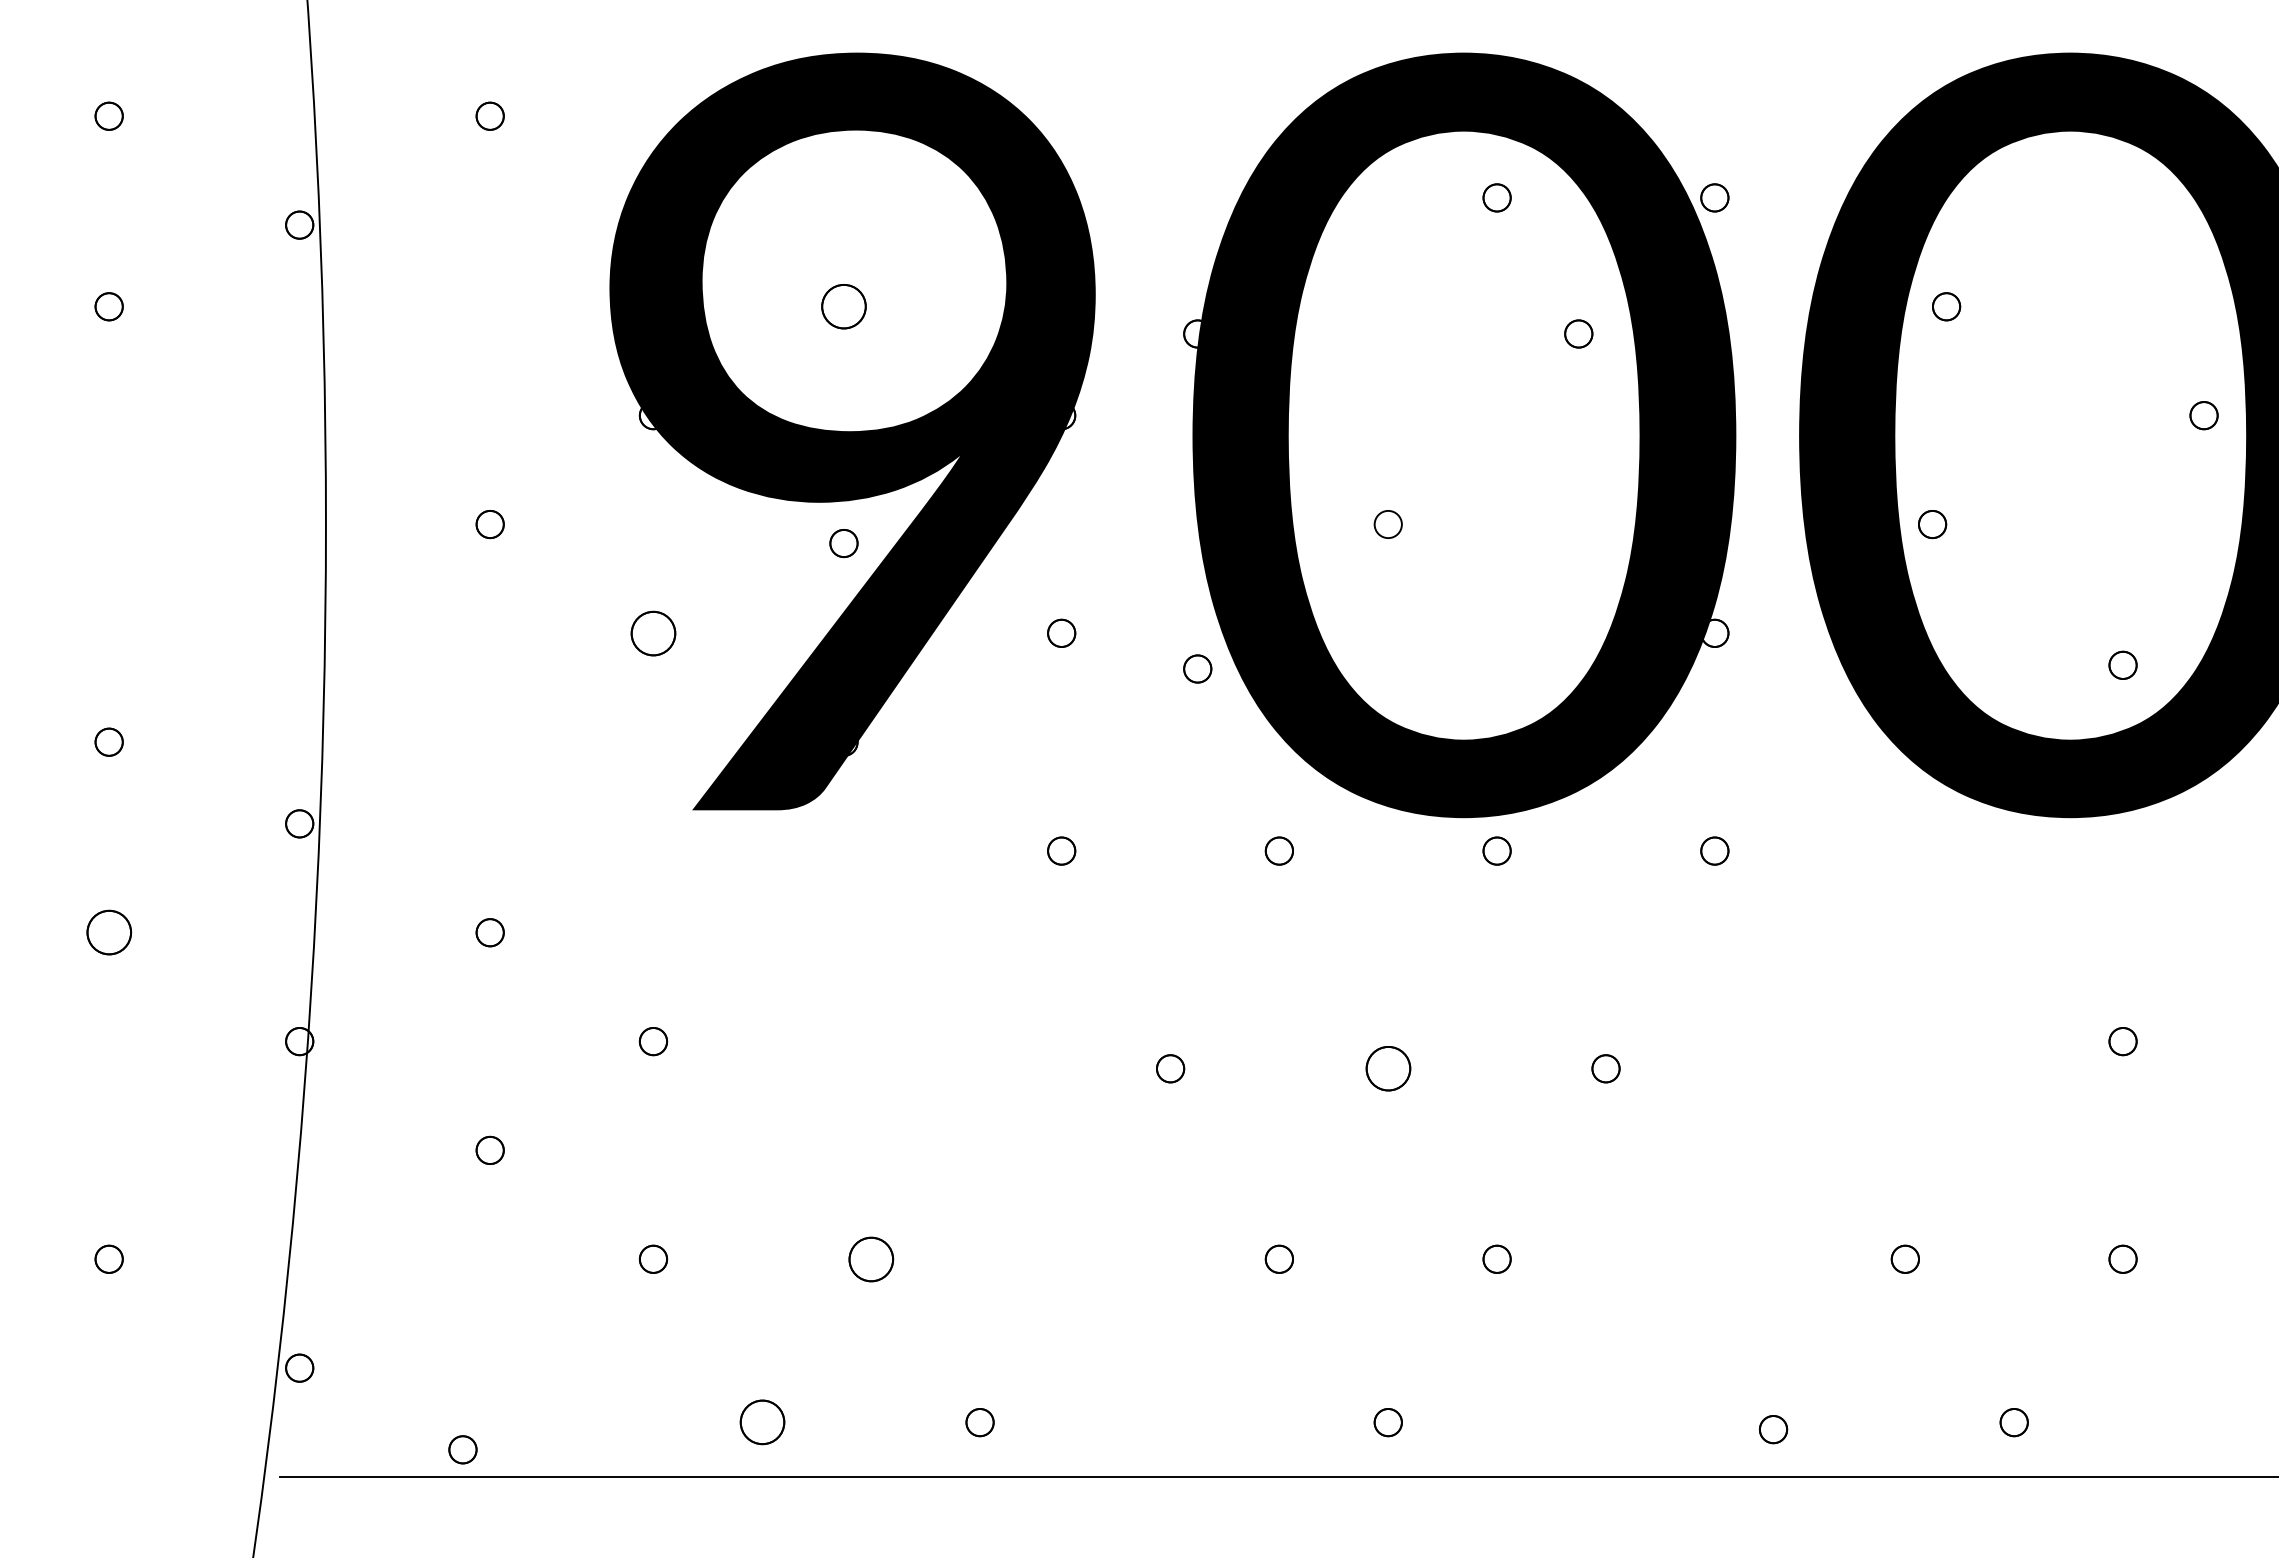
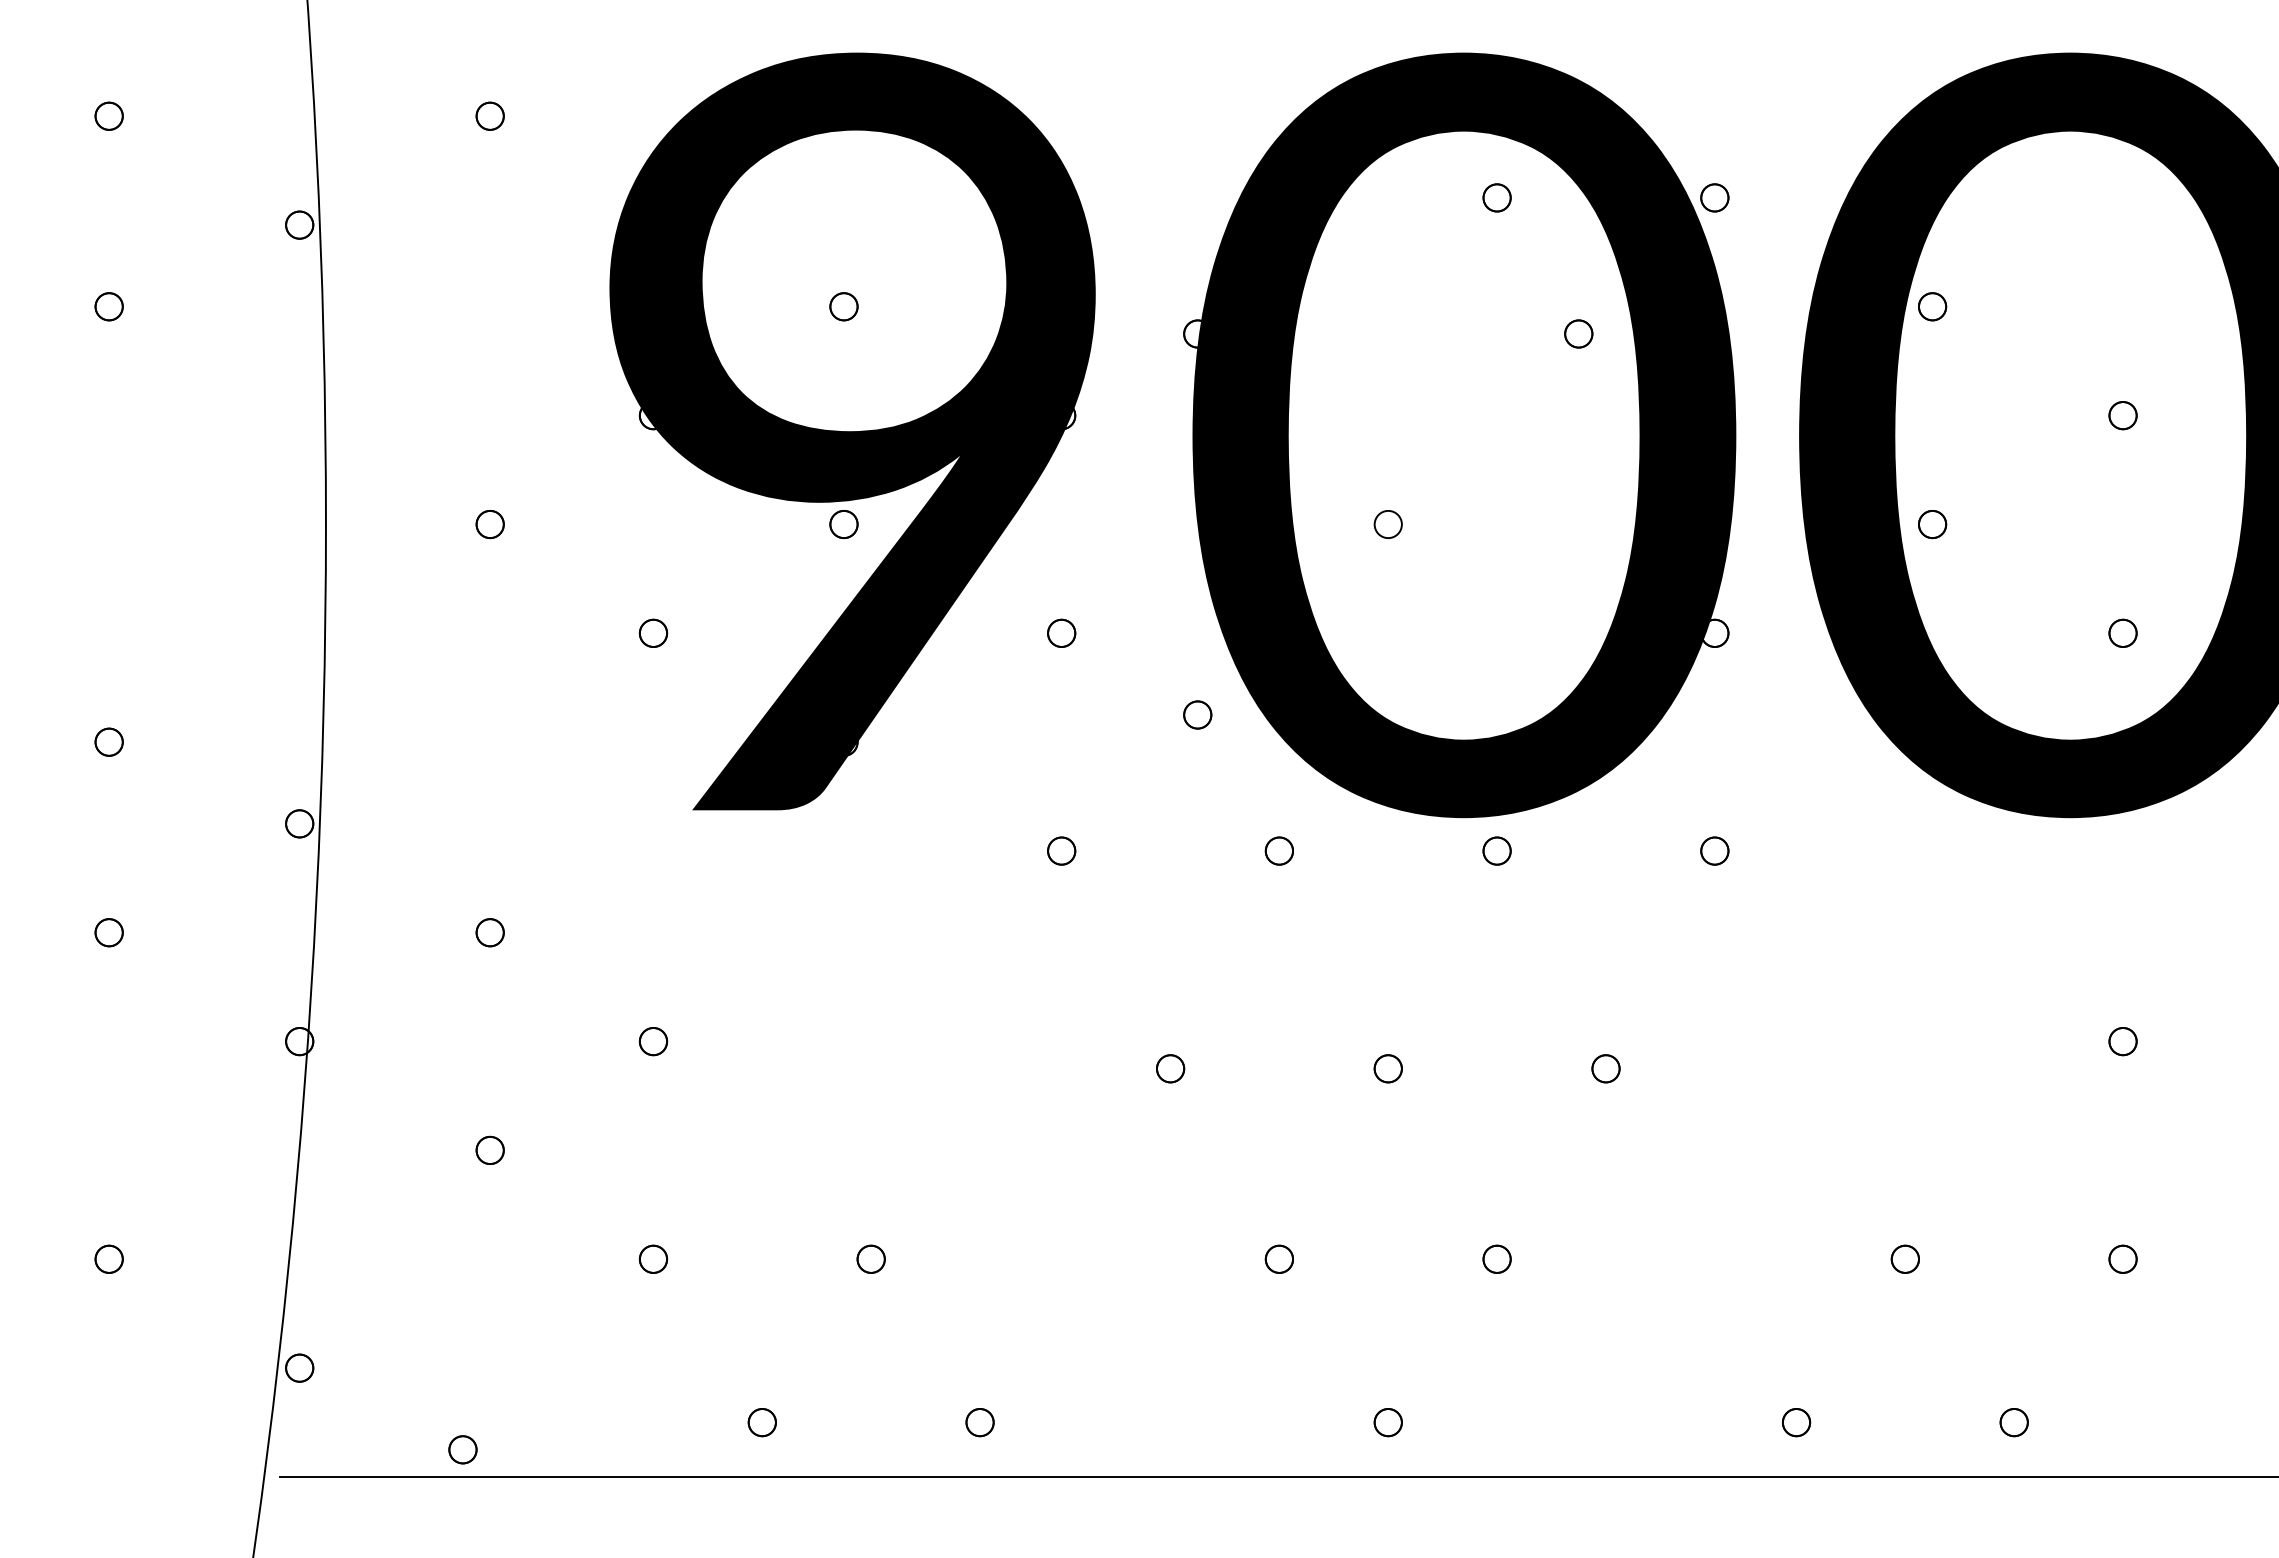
part at (843, 306) size: 46x46 px -> 30x30 px
part at (1946, 306) position: (1946, 306) -> (1932, 306)
part at (2203, 415) position: (2203, 415) -> (2122, 415)
part at (843, 543) position: (843, 543) -> (843, 524)
part at (653, 633) size: 47x47 px -> 31x30 px
part at (2122, 664) position: (2122, 664) -> (2122, 632)
part at (1197, 668) position: (1197, 668) -> (1197, 714)
part at (109, 932) size: 47x47 px -> 30x30 px
part at (1388, 1068) size: 47x46 px -> 30x30 px
part at (871, 1259) size: 47x47 px -> 30x30 px
part at (762, 1422) size: 47x47 px -> 30x30 px
part at (1773, 1429) position: (1773, 1429) -> (1796, 1422)
